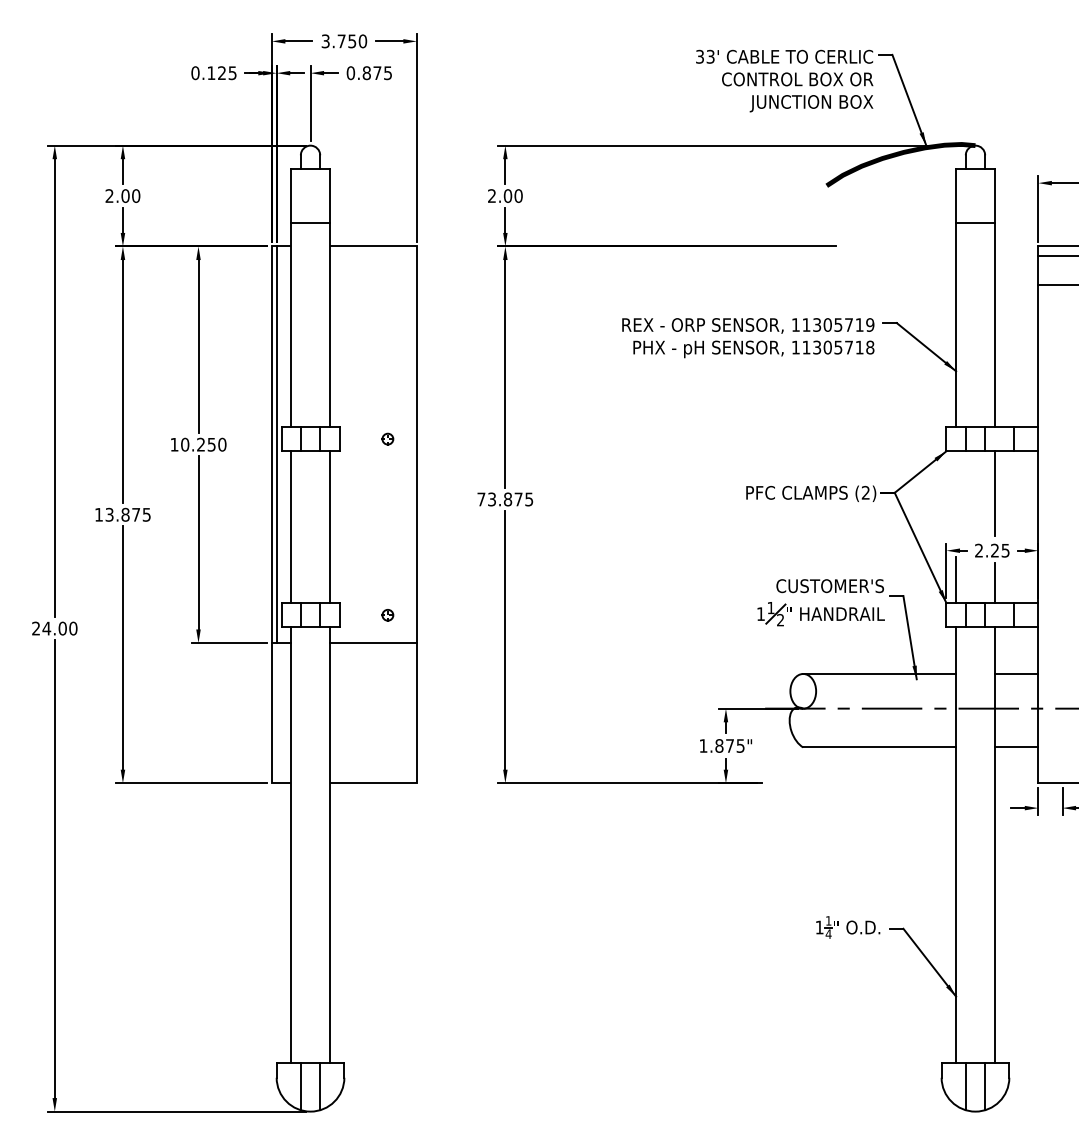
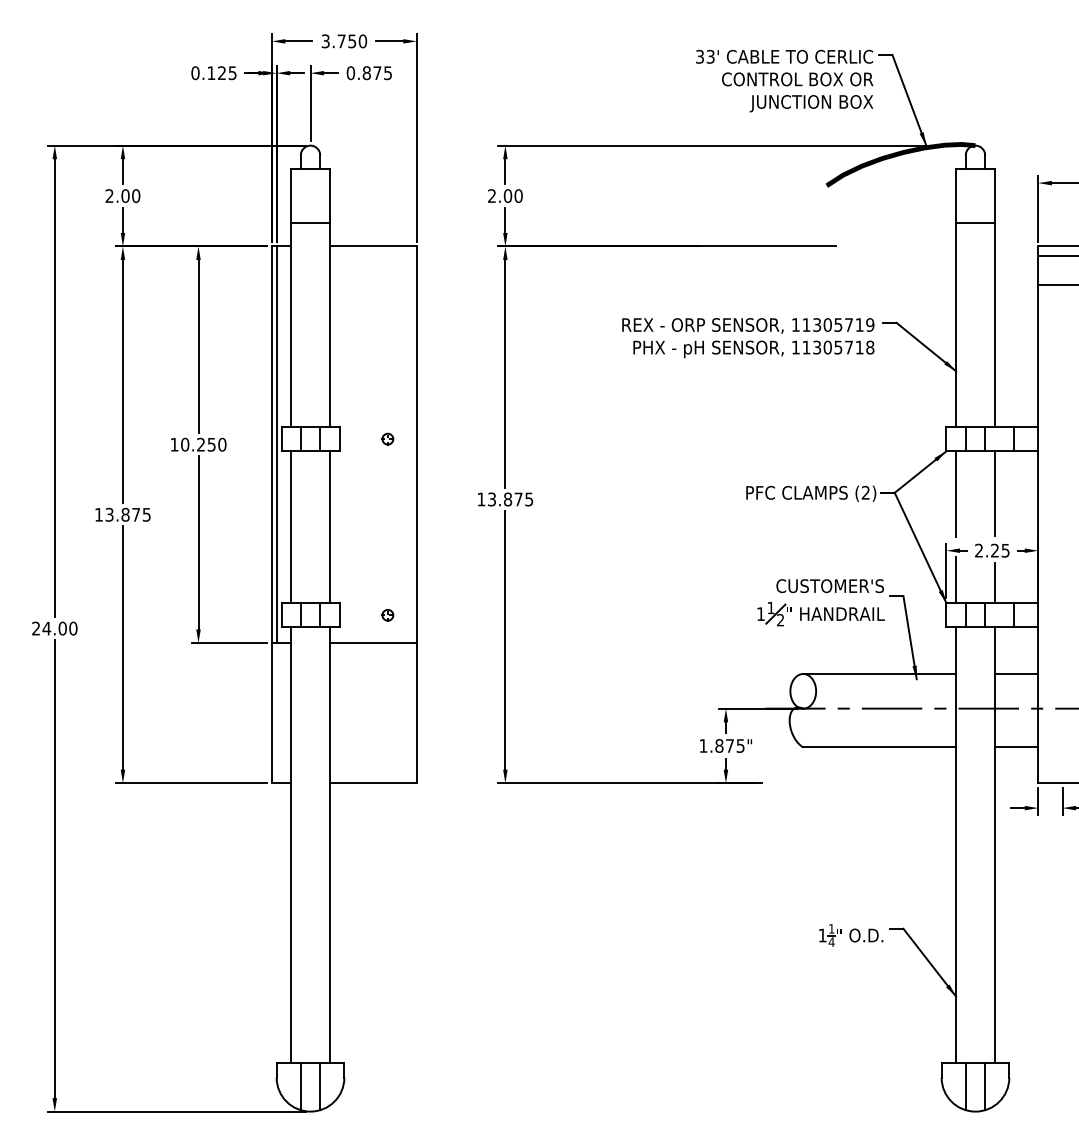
line at (956, 494): none -> present
text at (481, 499): 73.875 -> 13.875
part at (848, 927) position: (848, 927) -> (851, 935)
